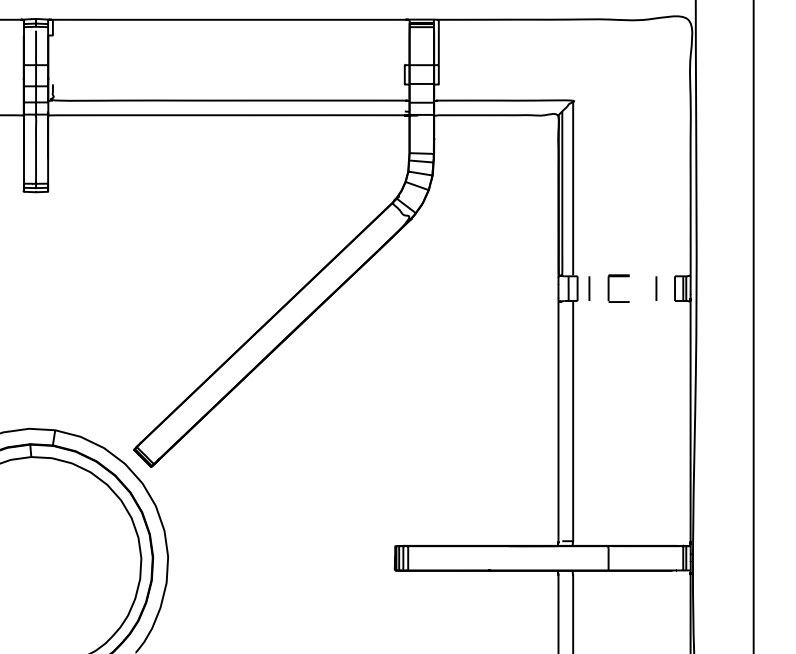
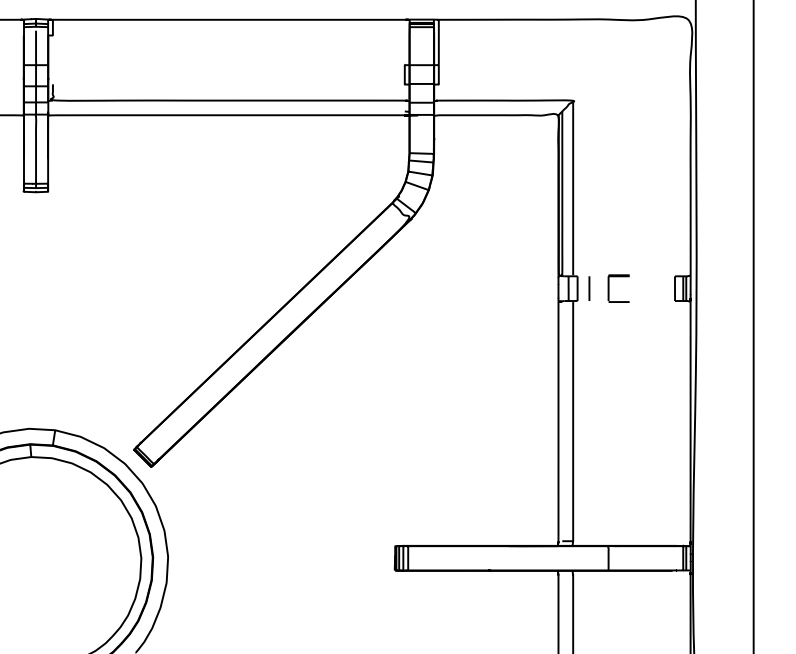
line at (656, 288): present -> none
